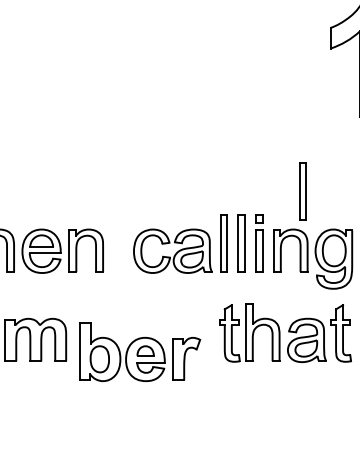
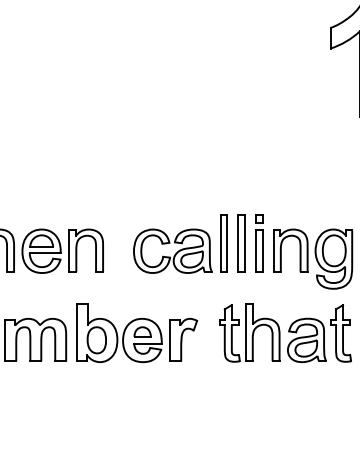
part at (302, 191): present -> none
part at (140, 351) position: (140, 351) -> (137, 332)
